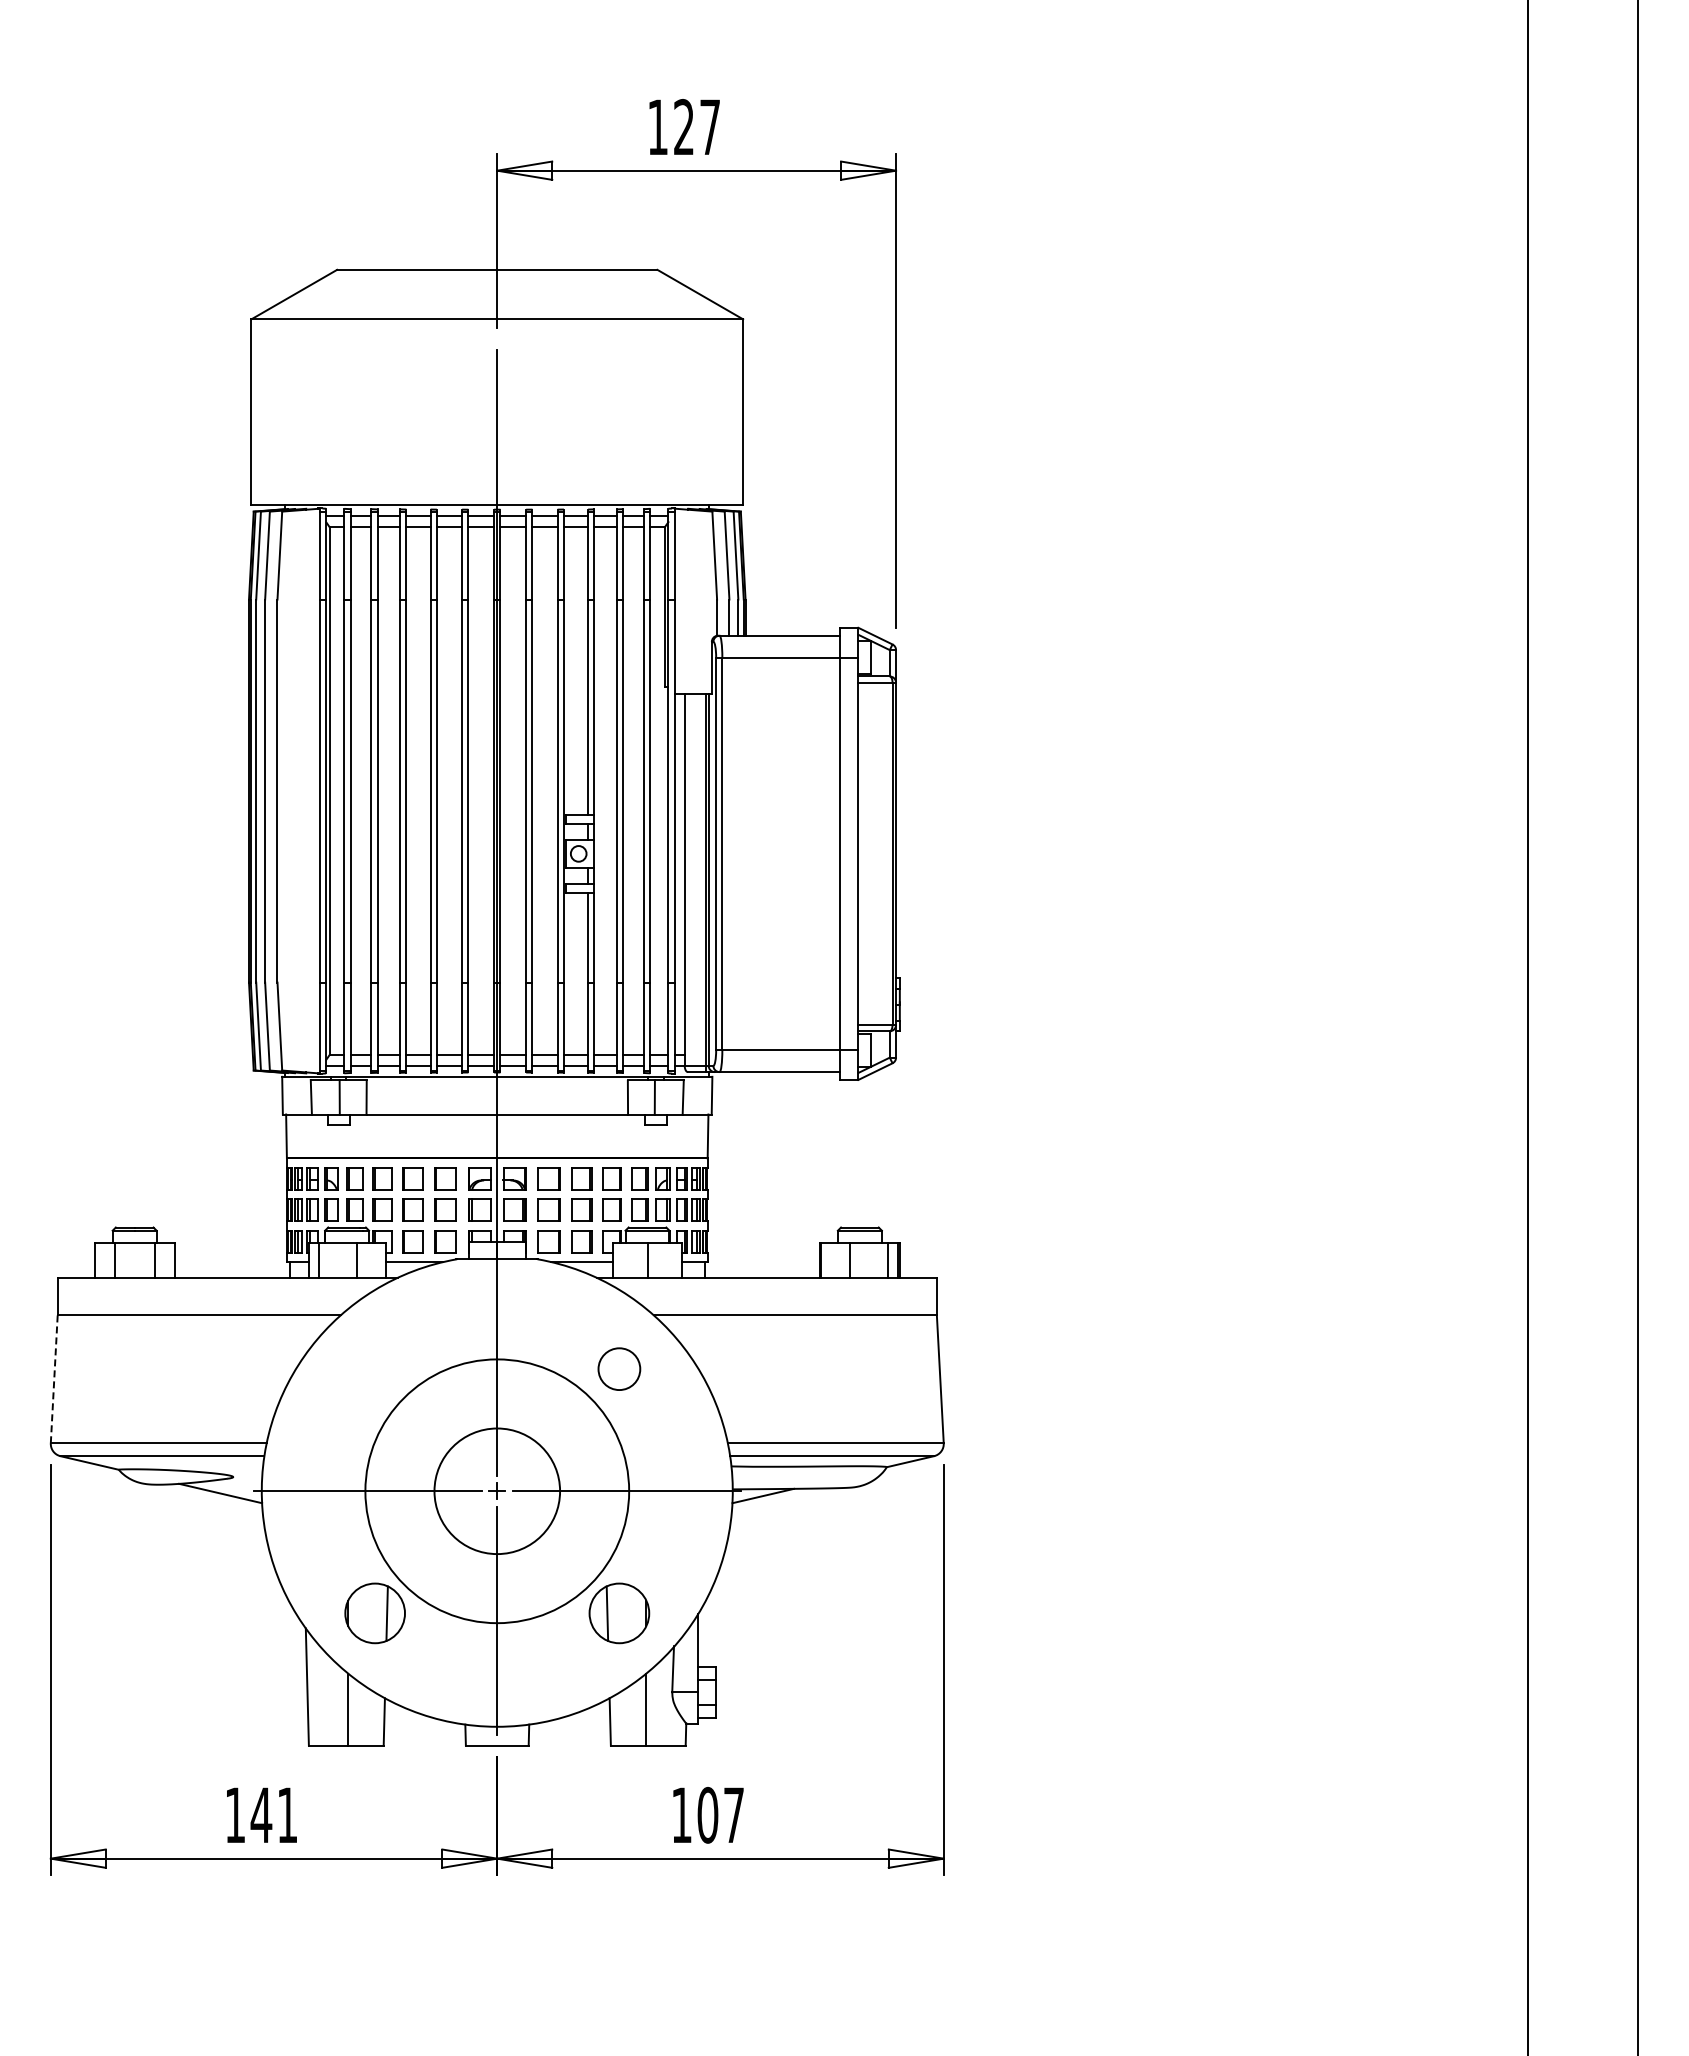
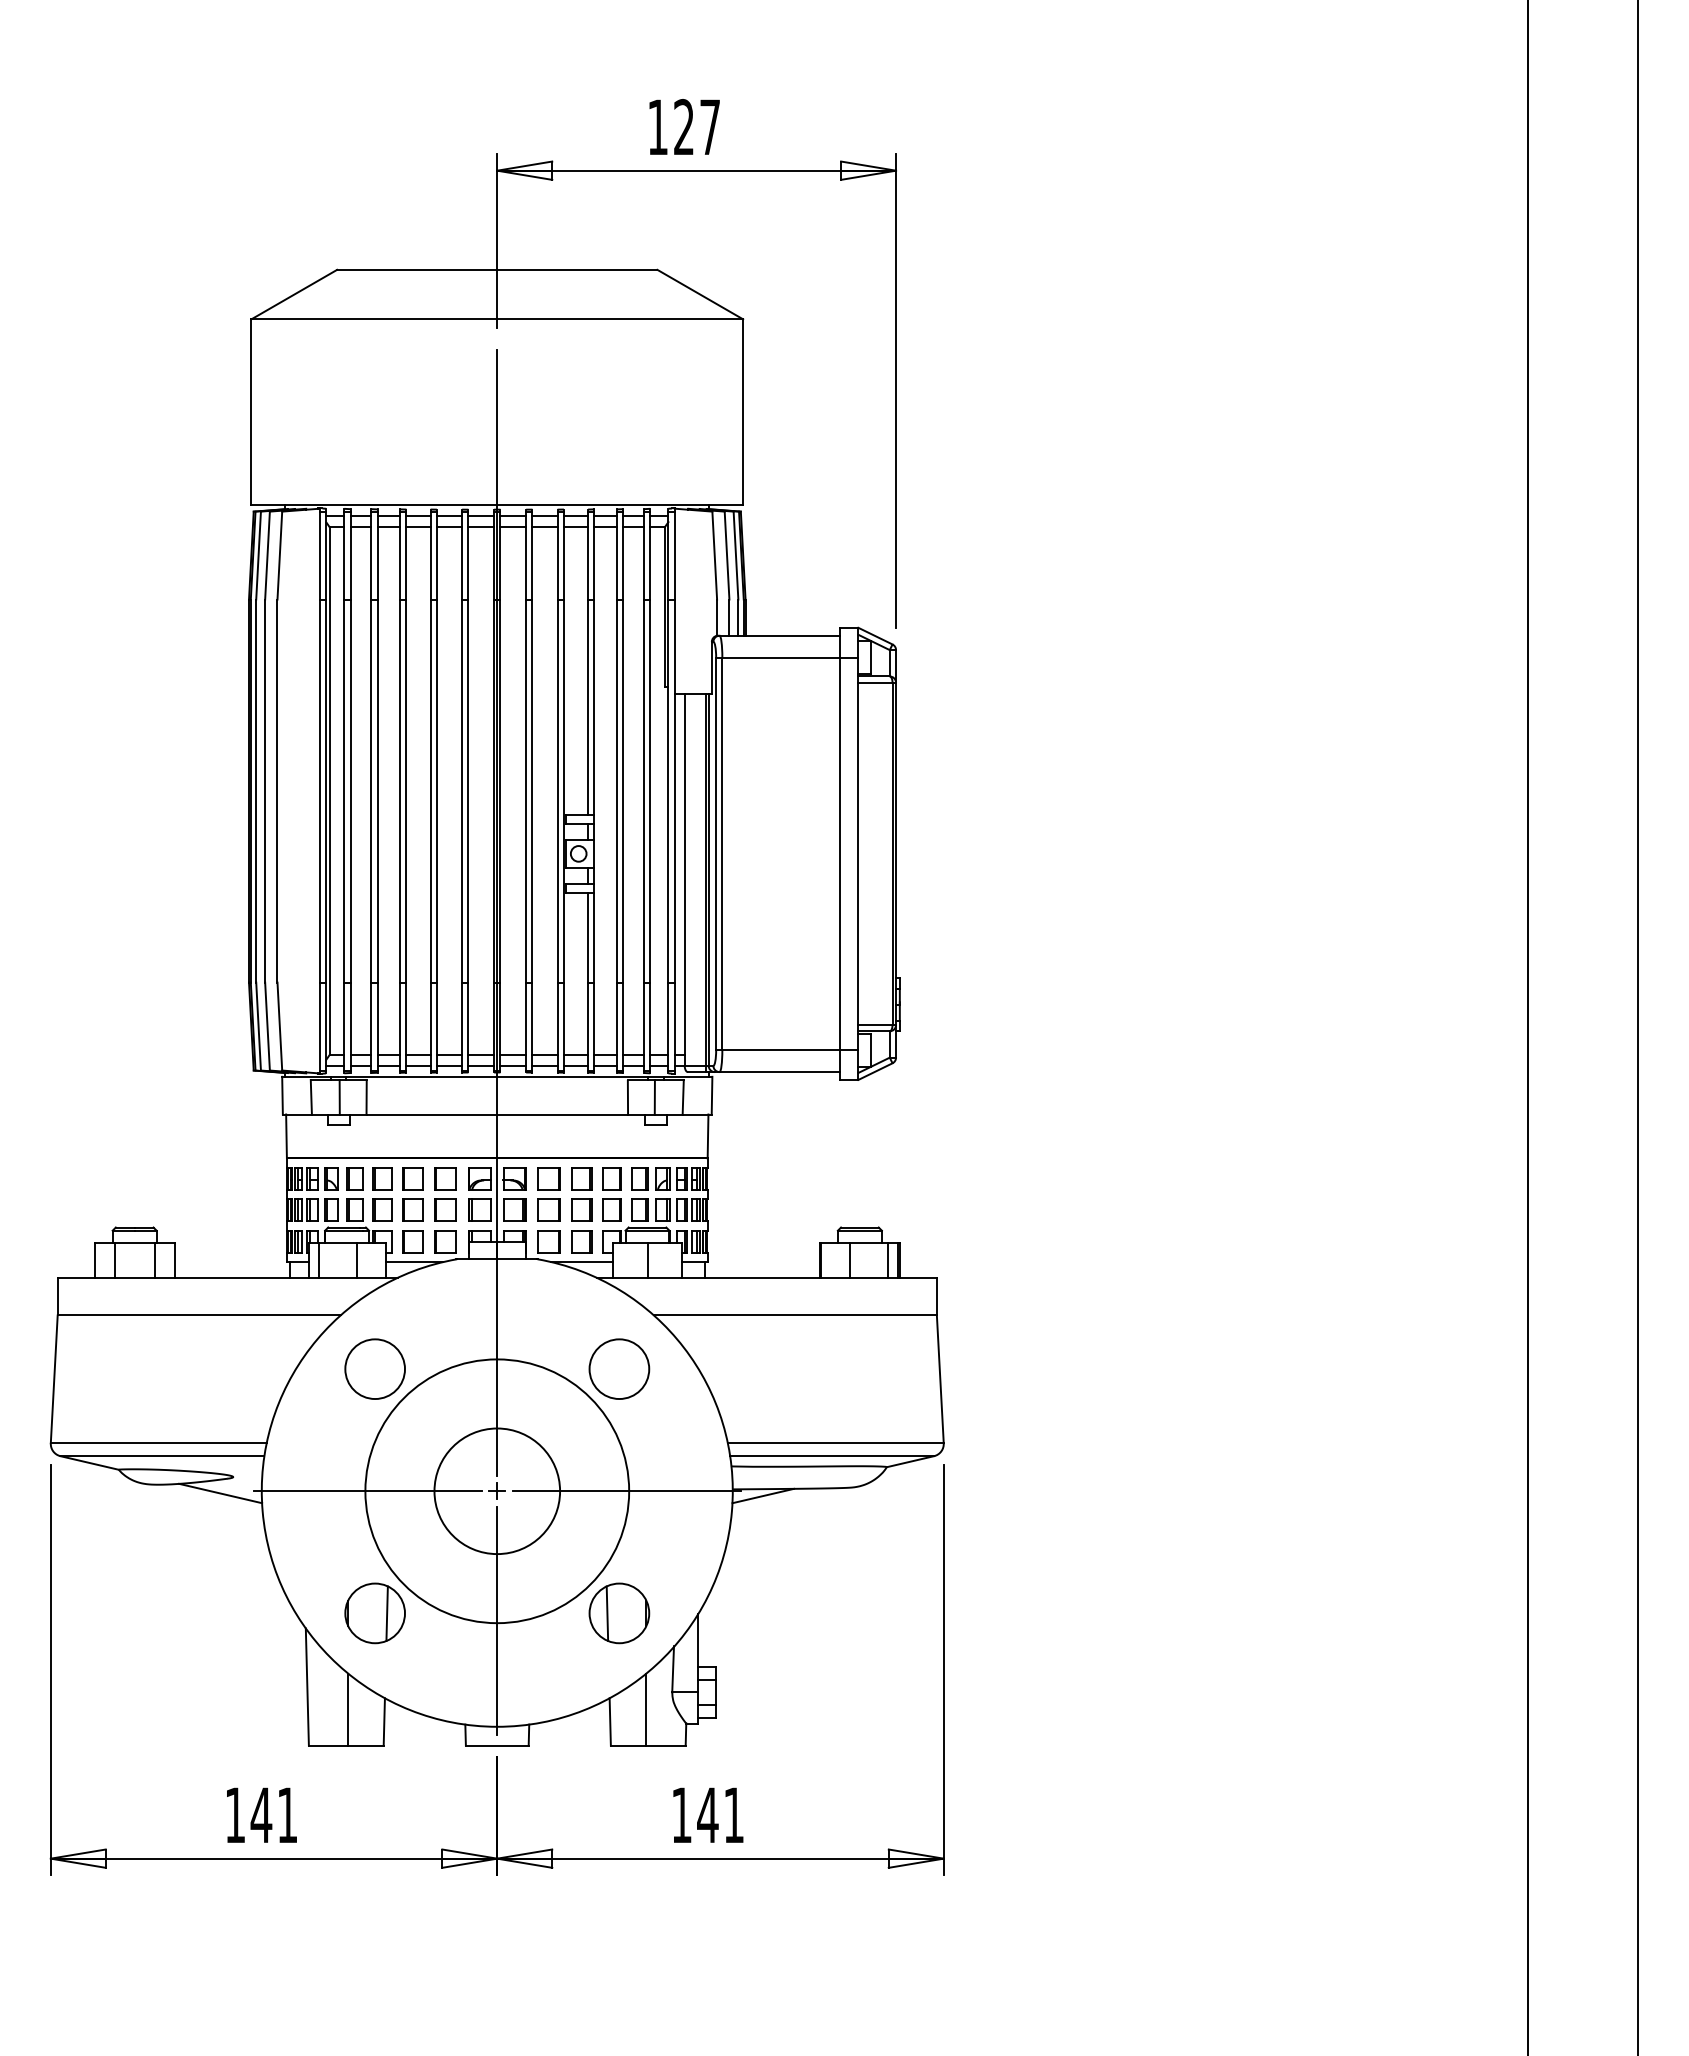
circle at (374, 1368): none -> present
circle at (619, 1369) diameter: 42 px -> 60 px
line at (54, 1379): dashed -> solid
text at (720, 1814): 107 -> 141
